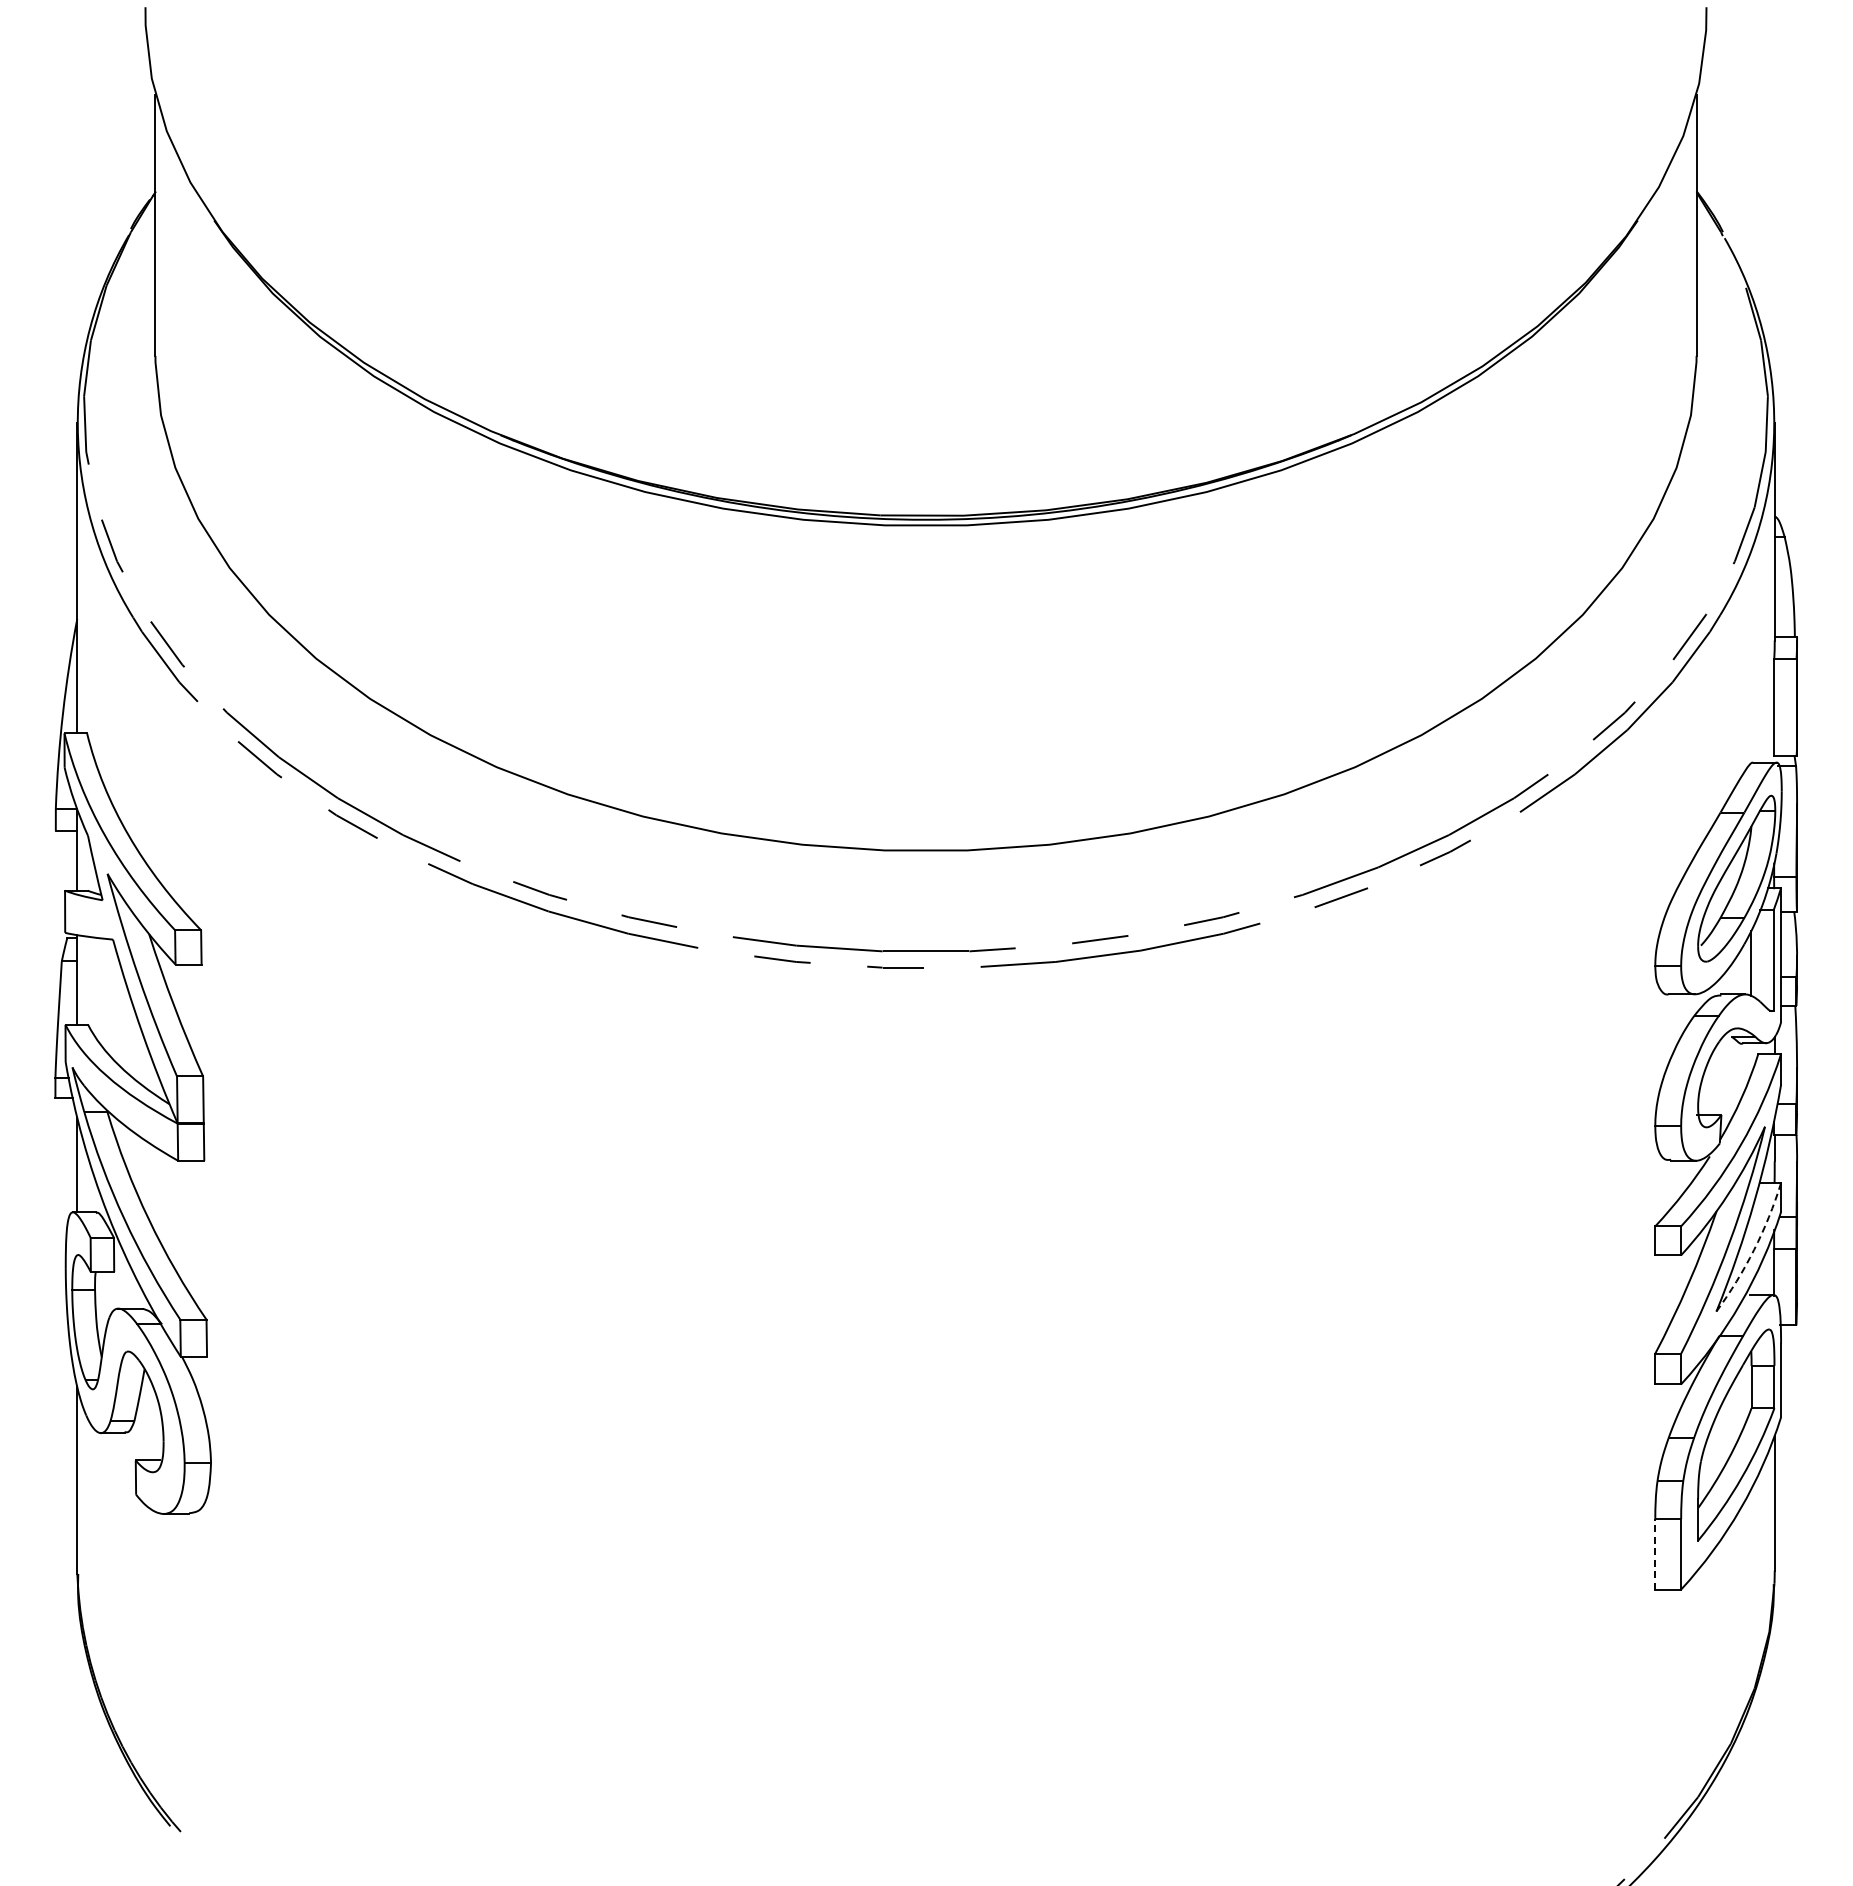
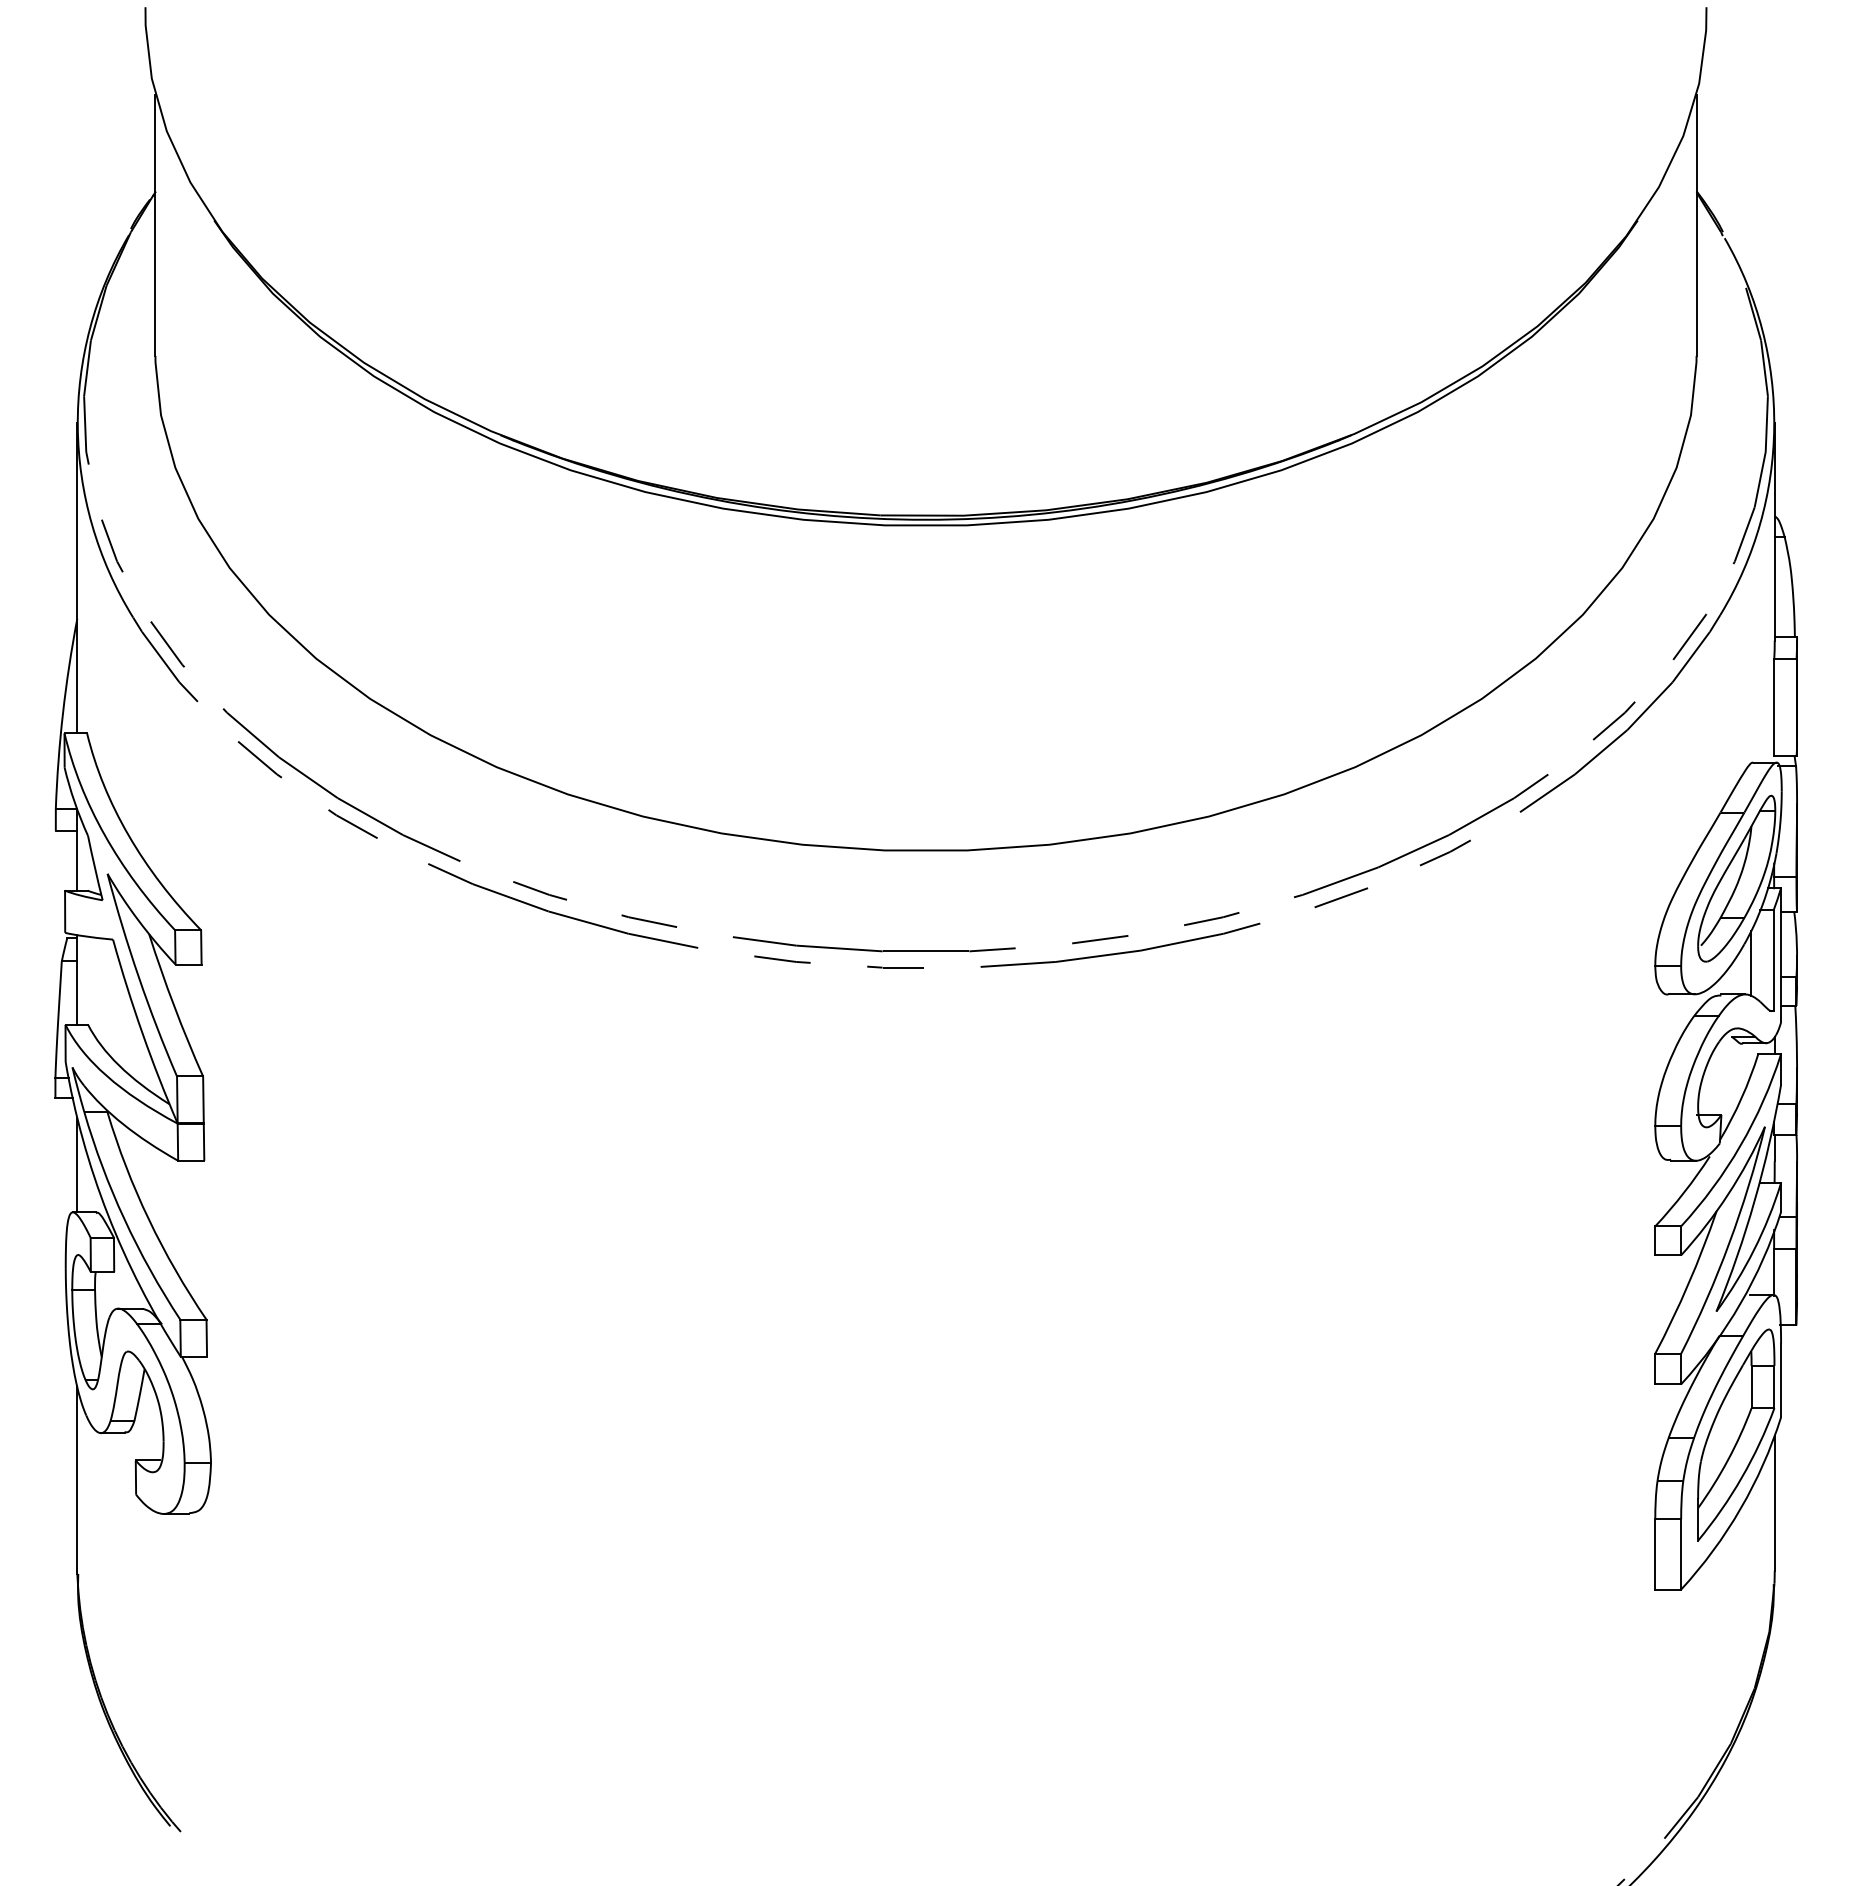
arc at (1754, 1250): dashed -> solid
line at (1655, 1554): dashed -> solid
